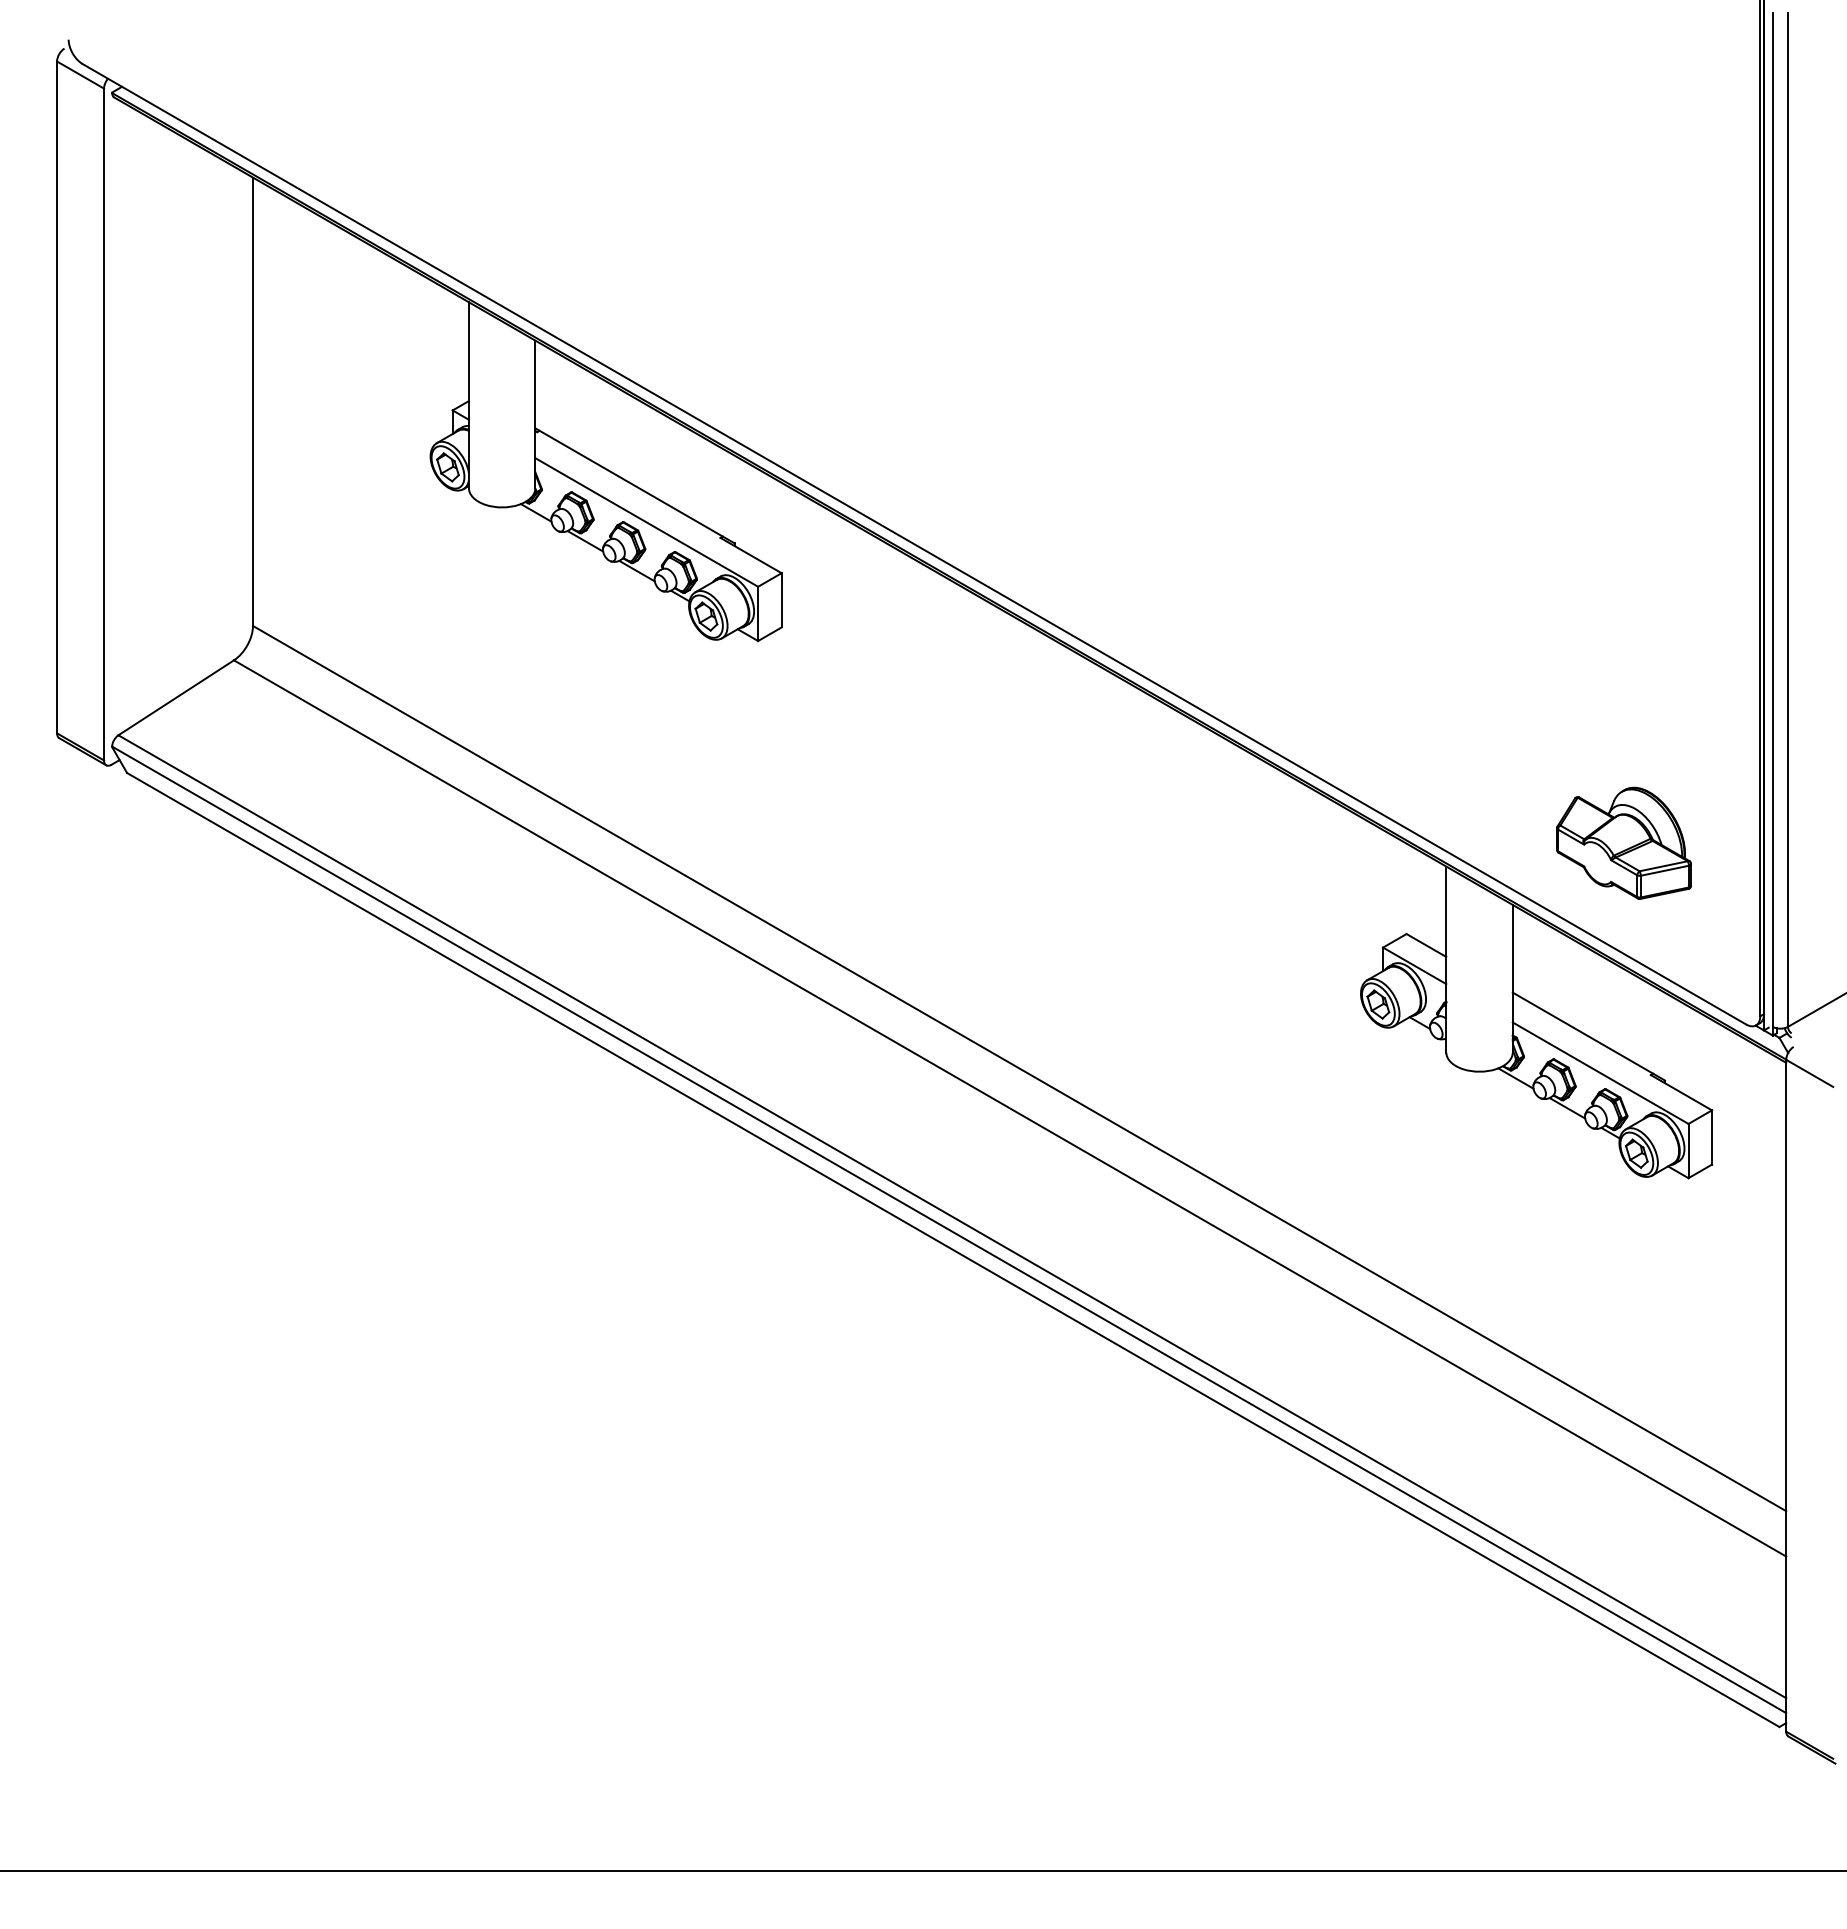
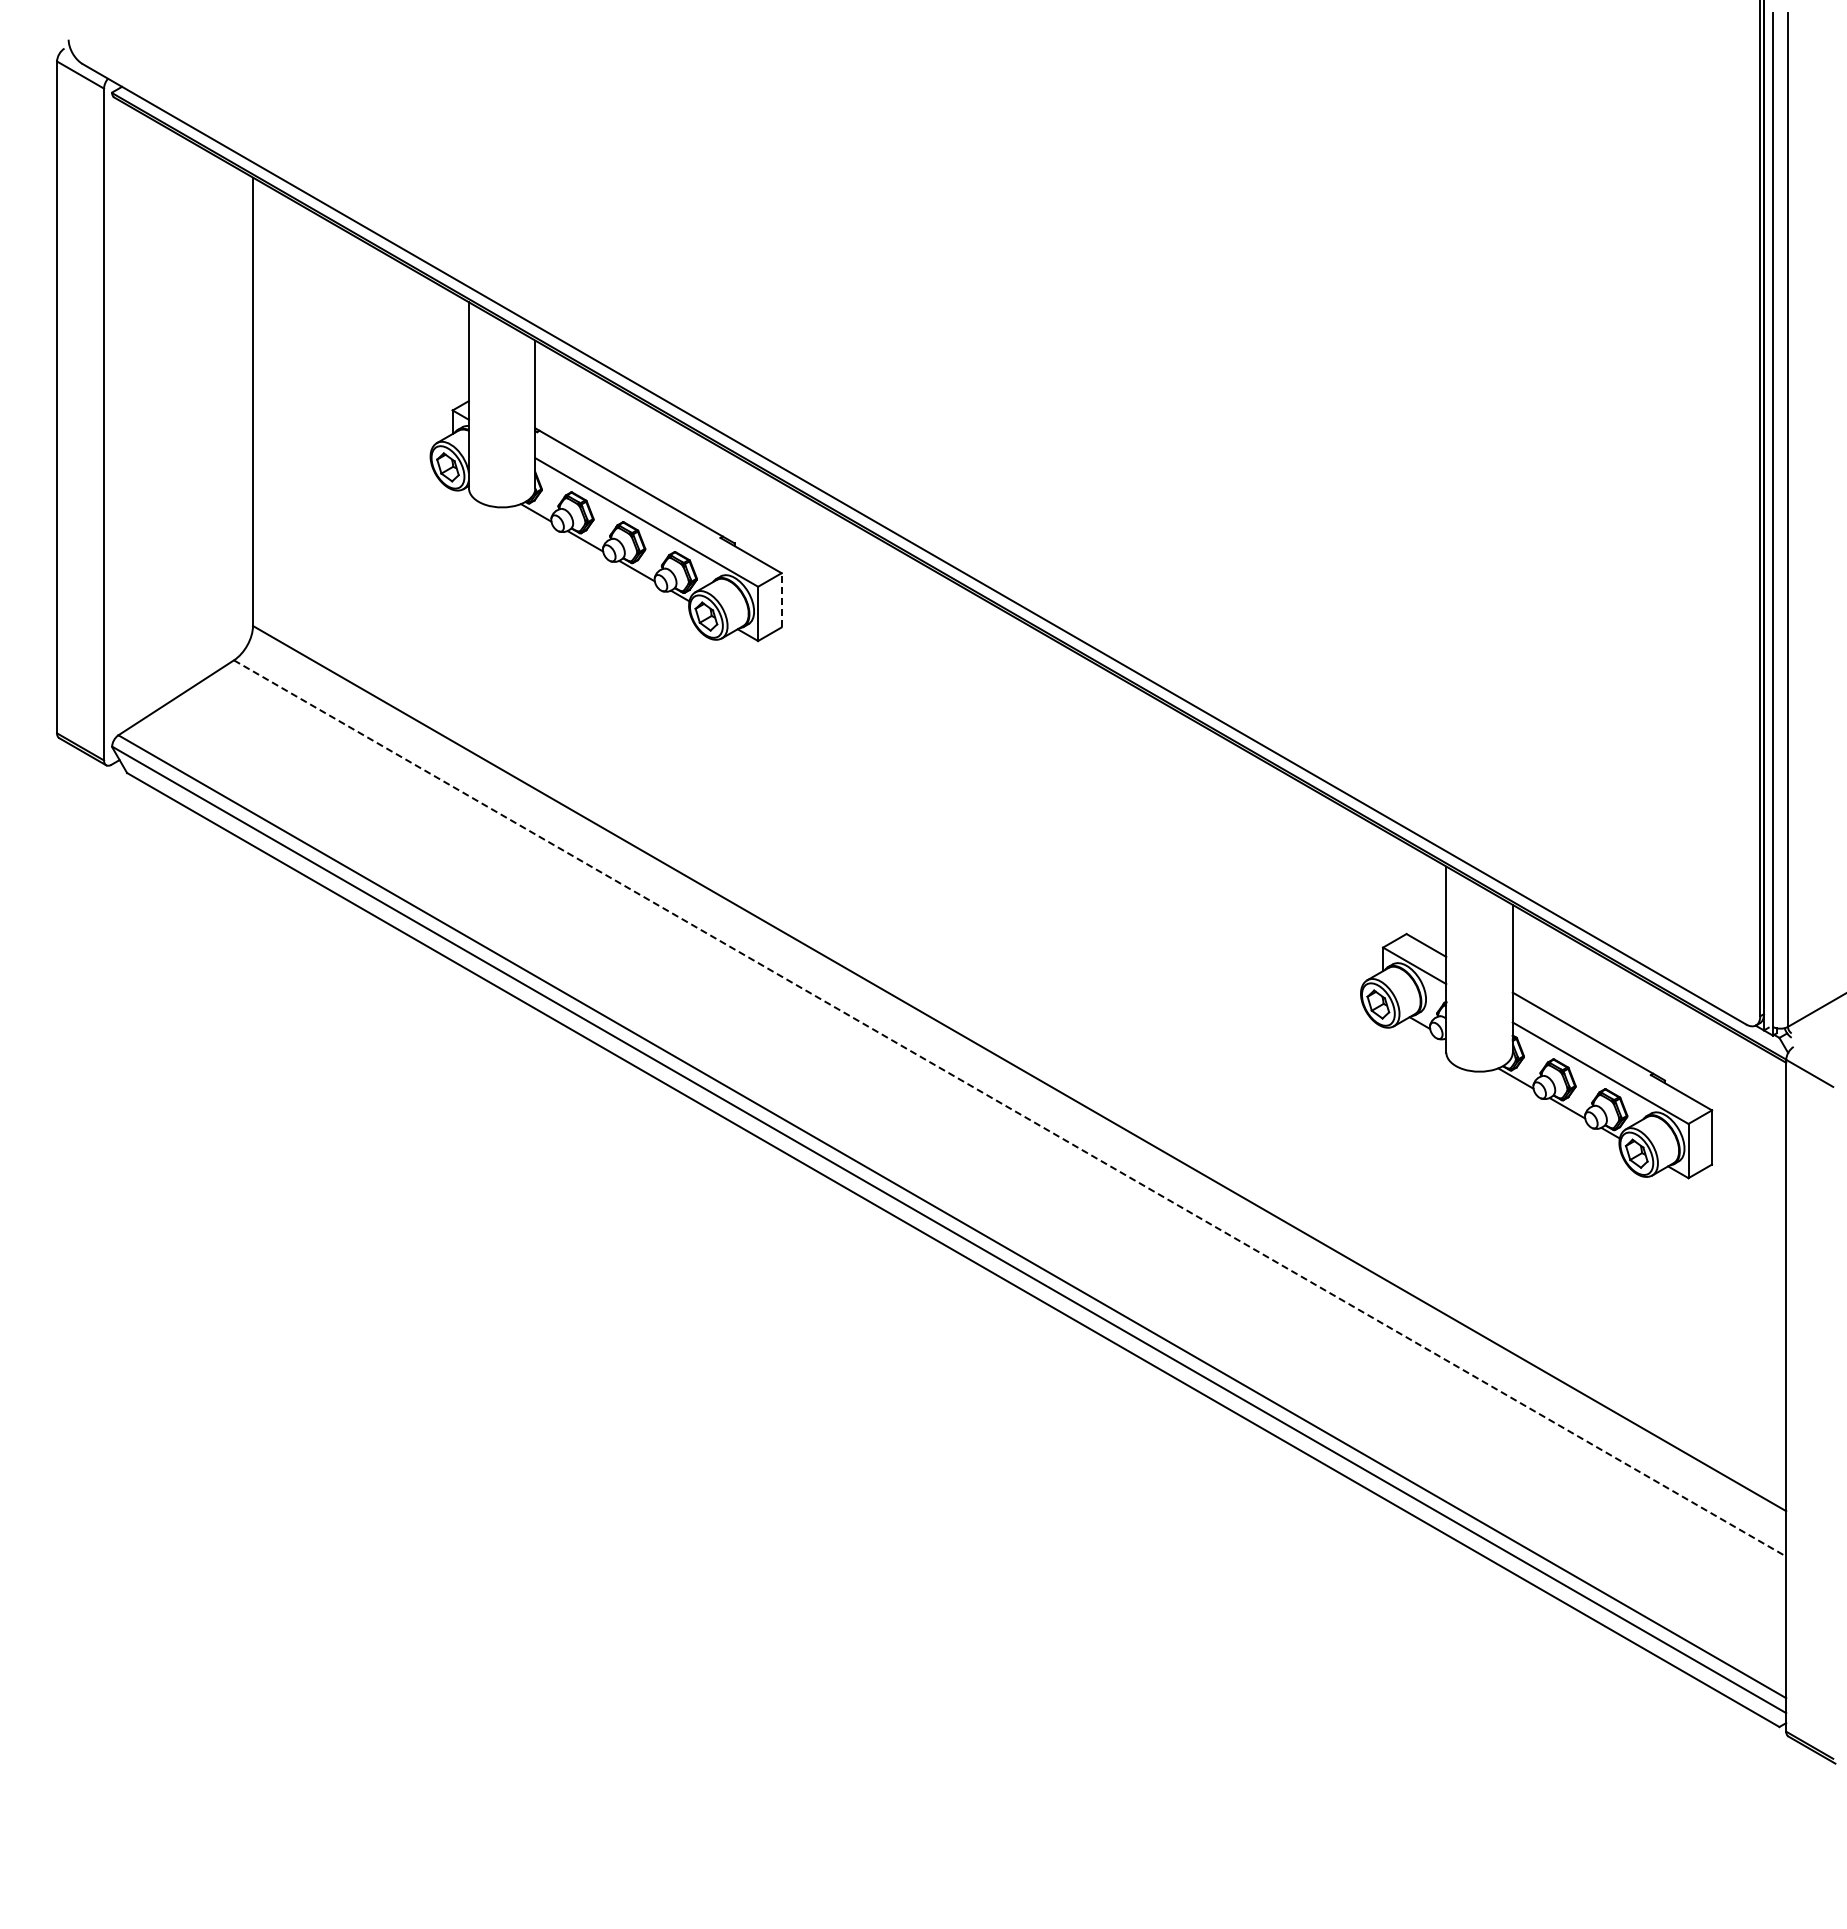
line at (781, 599): solid -> dashed
part at (1623, 842): present -> none
line at (1010, 1108): solid -> dashed
line at (922, 1871): present -> none
